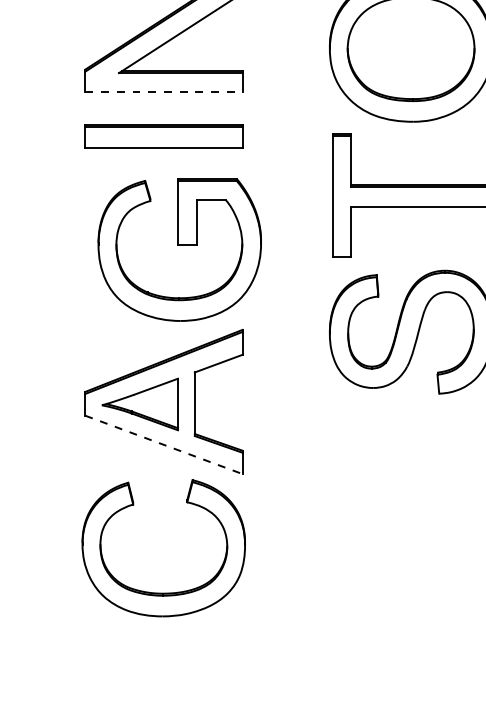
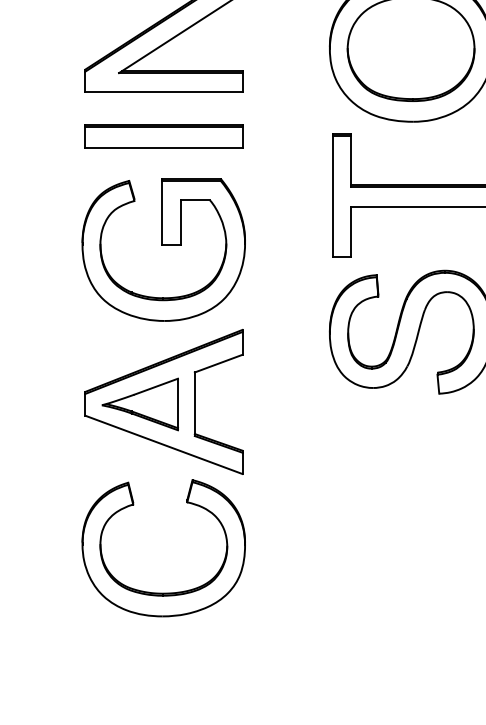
line at (163, 92): dashed -> solid
part at (179, 249) position: (179, 249) -> (163, 249)
line at (163, 444): dashed -> solid
